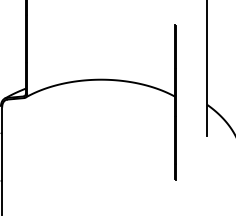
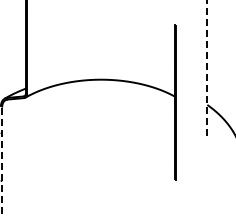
line at (207, 68): solid -> dashed
line at (2, 161): solid -> dashed
